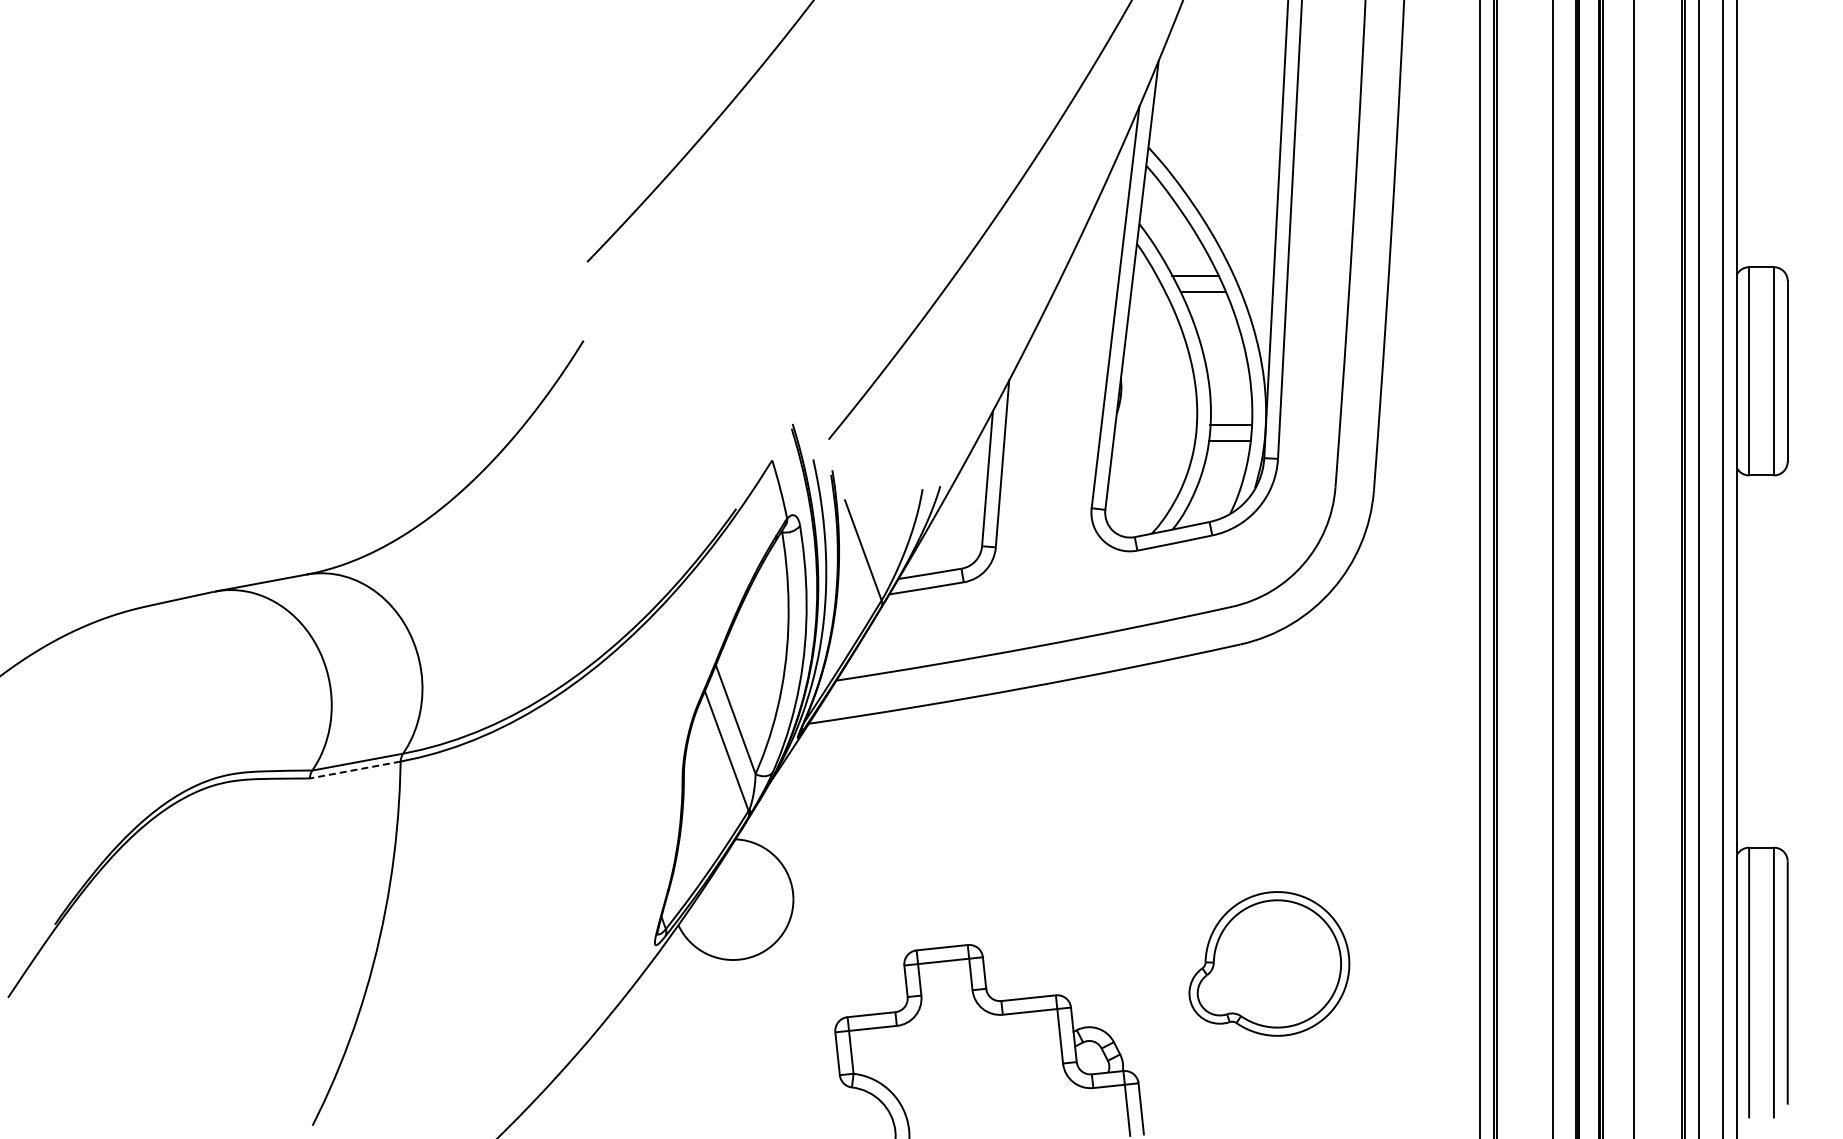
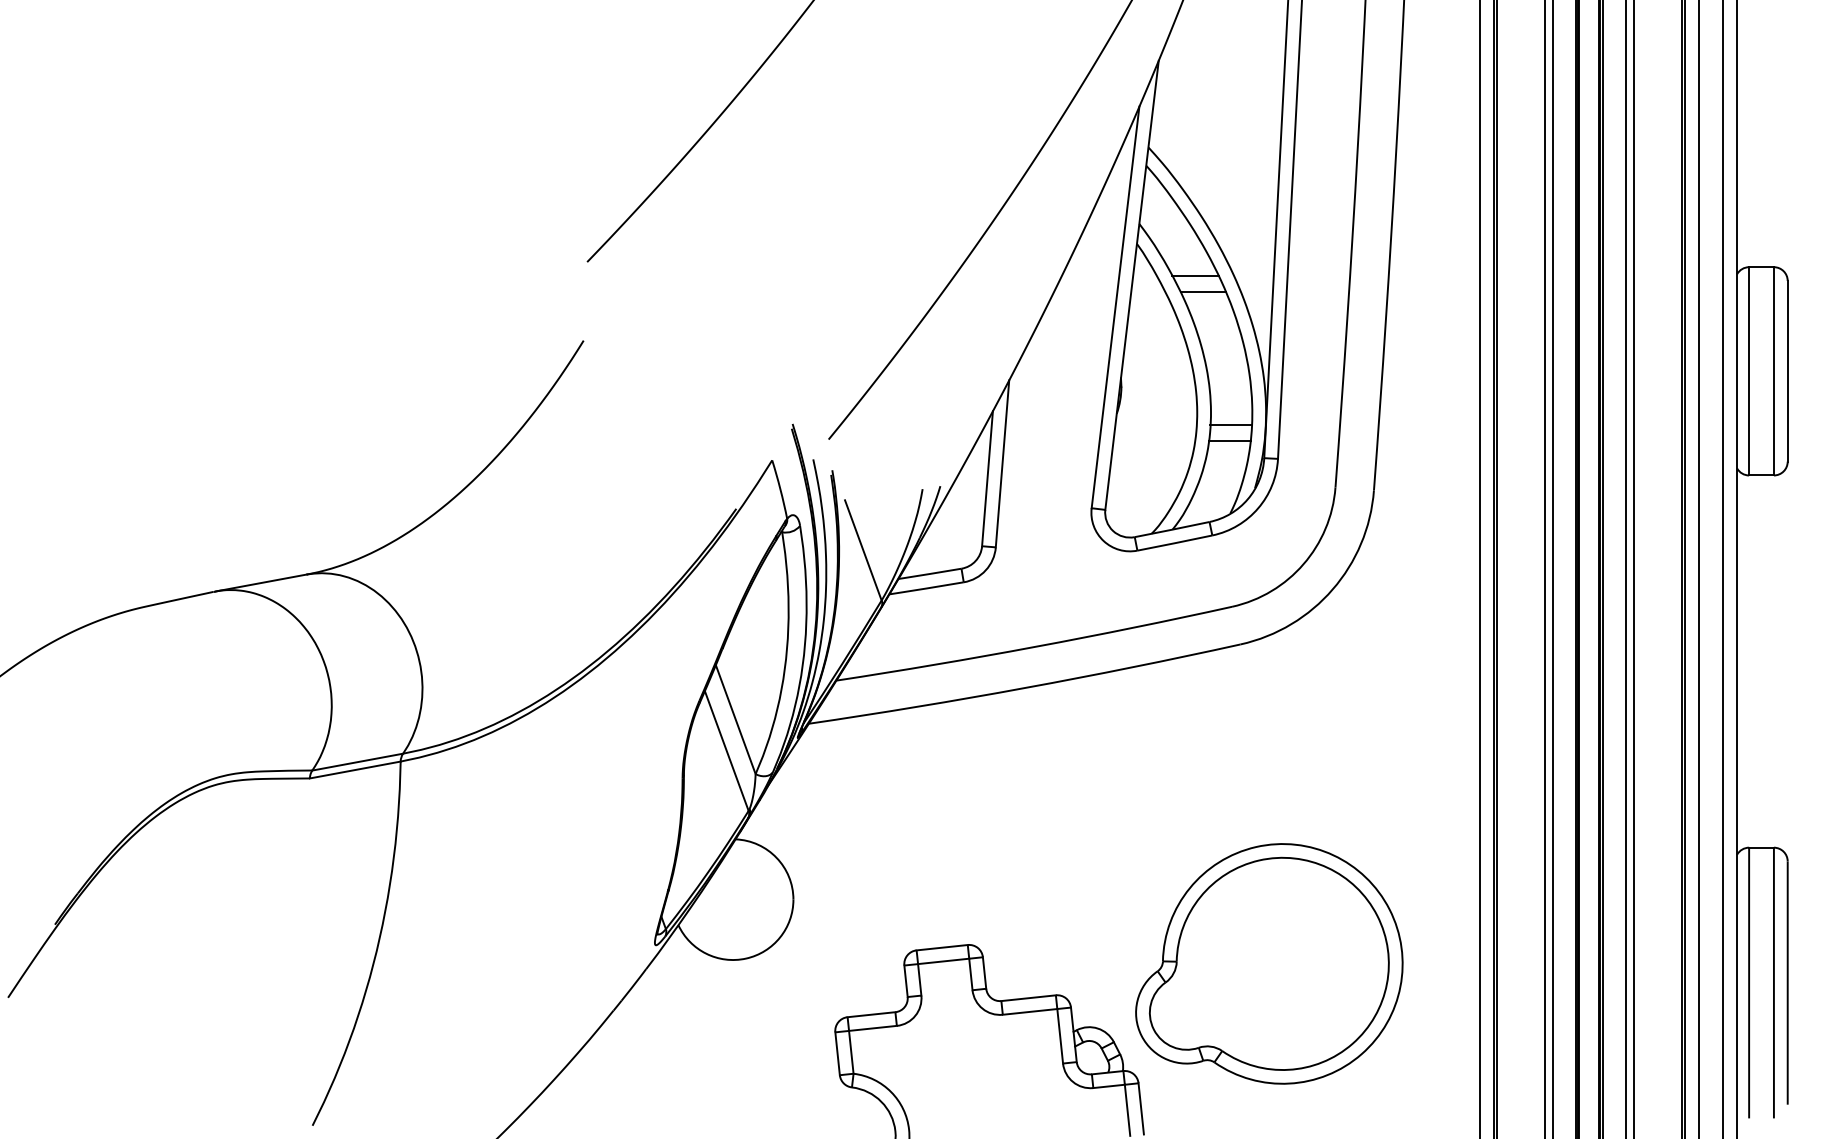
line at (1544, 568): none -> present
line at (1626, 568): none -> present
line at (354, 770): dashed -> solid
part at (1269, 963) size: 163x146 px -> 269x242 px
